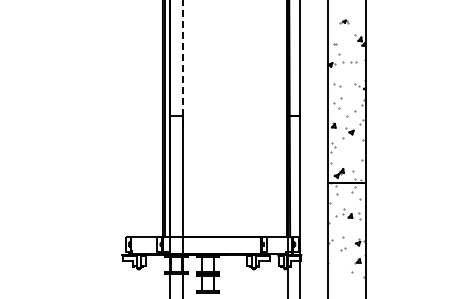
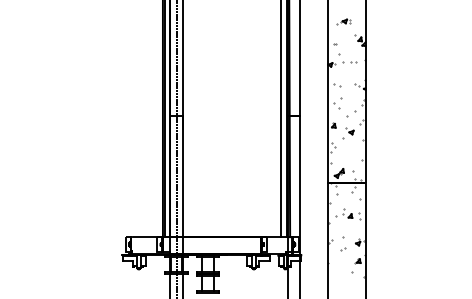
part at (344, 21) size: 11x6 px -> 16x8 px
line at (183, 64): dashed -> solid
line at (281, 119): none -> present
line at (176, 148): none -> present
